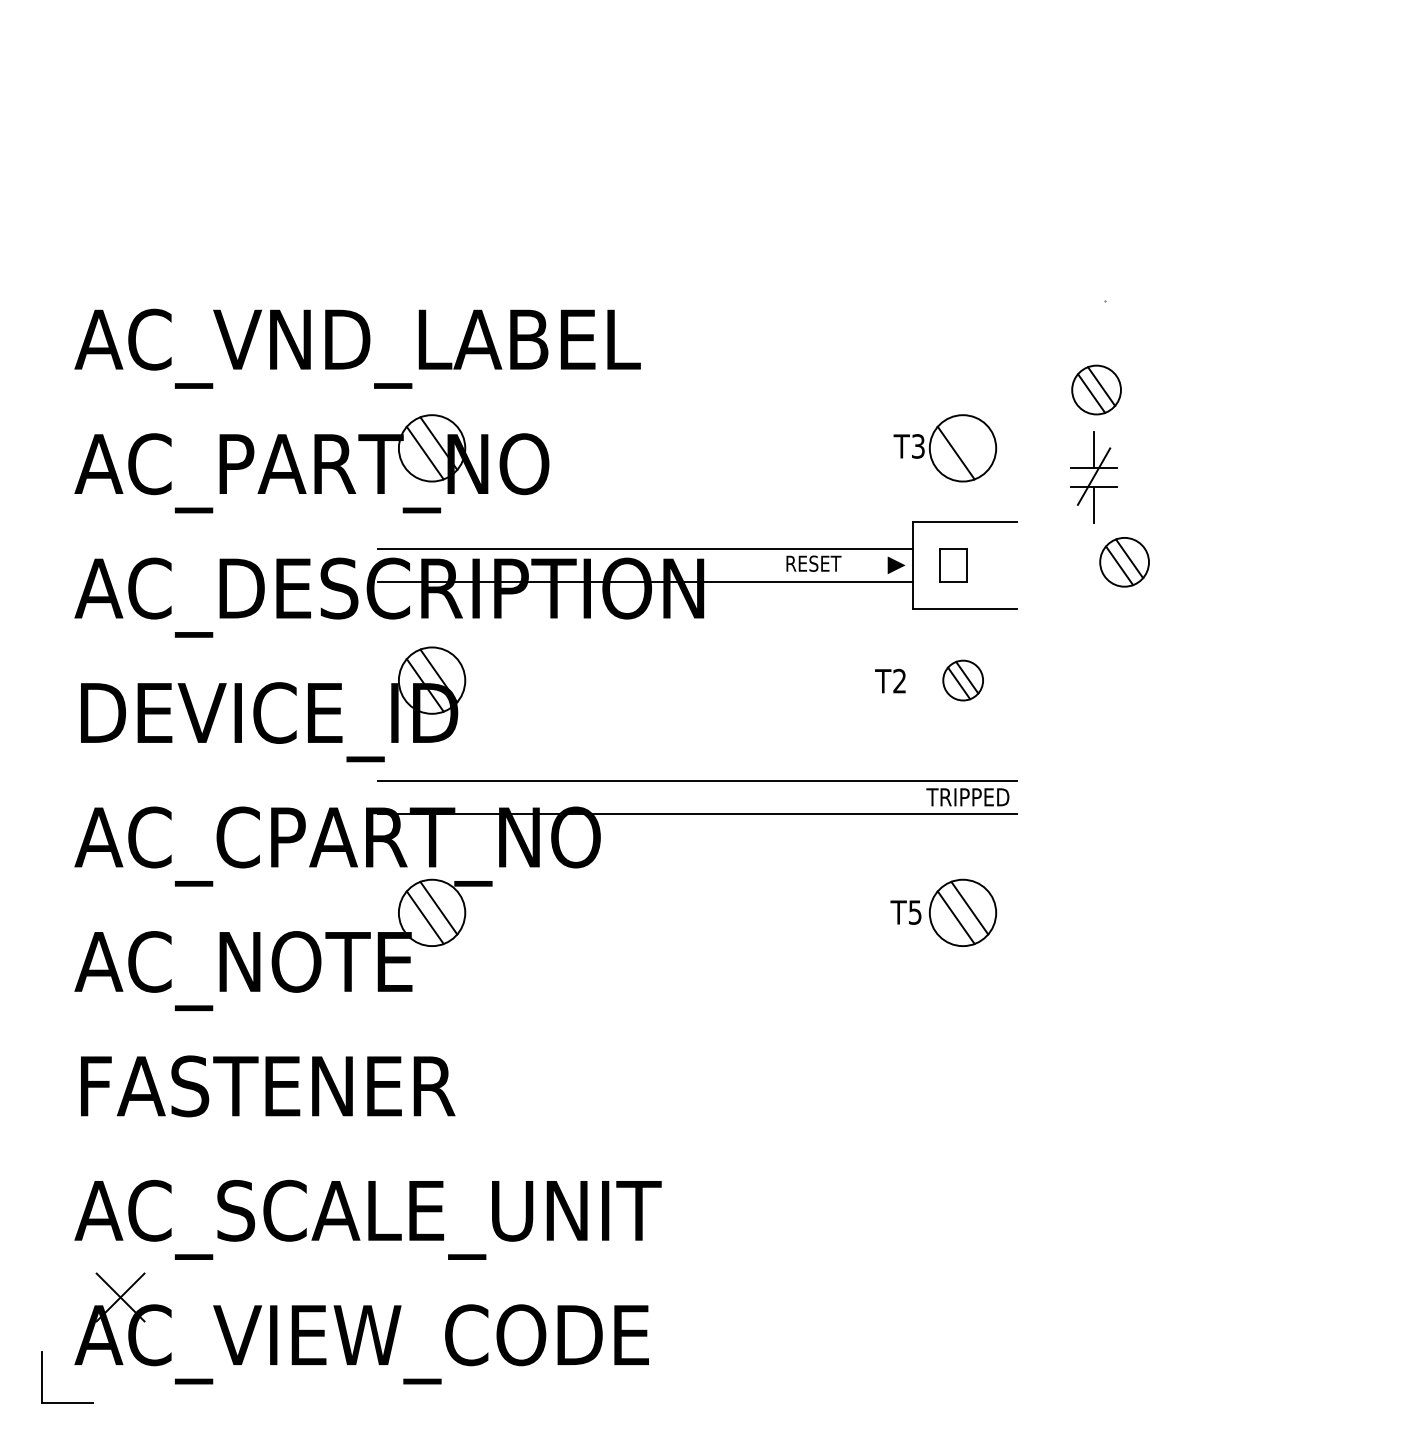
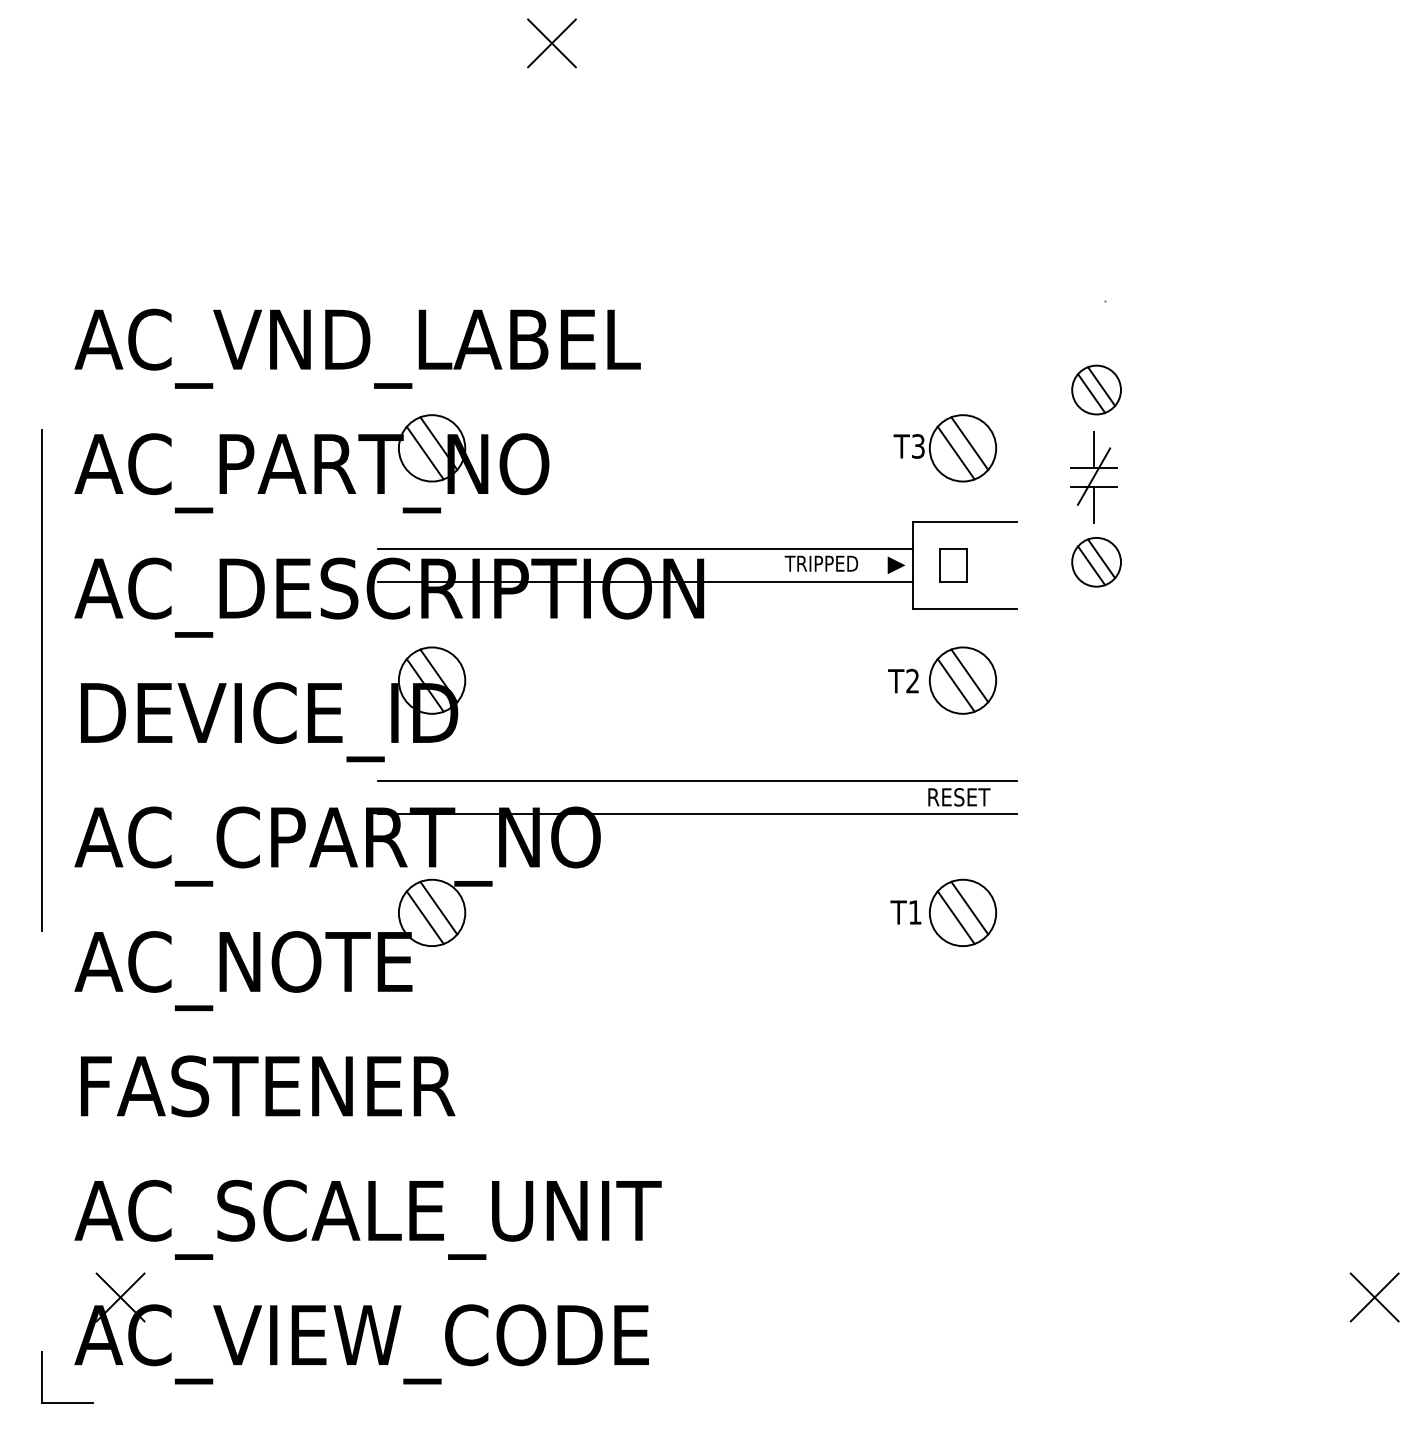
part at (551, 43): none -> present
line at (969, 443): none -> present
part at (1124, 562) position: (1124, 562) -> (1096, 562)
text at (821, 563): RESET -> TRIPPED
line at (42, 680): none -> present
text at (890, 680) position: (890, 680) -> (903, 680)
part at (962, 680) size: 42x43 px -> 69x69 px
text at (967, 797): TRIPPED -> RESET
text at (914, 912): T5 -> T1
part at (1374, 1297): none -> present
